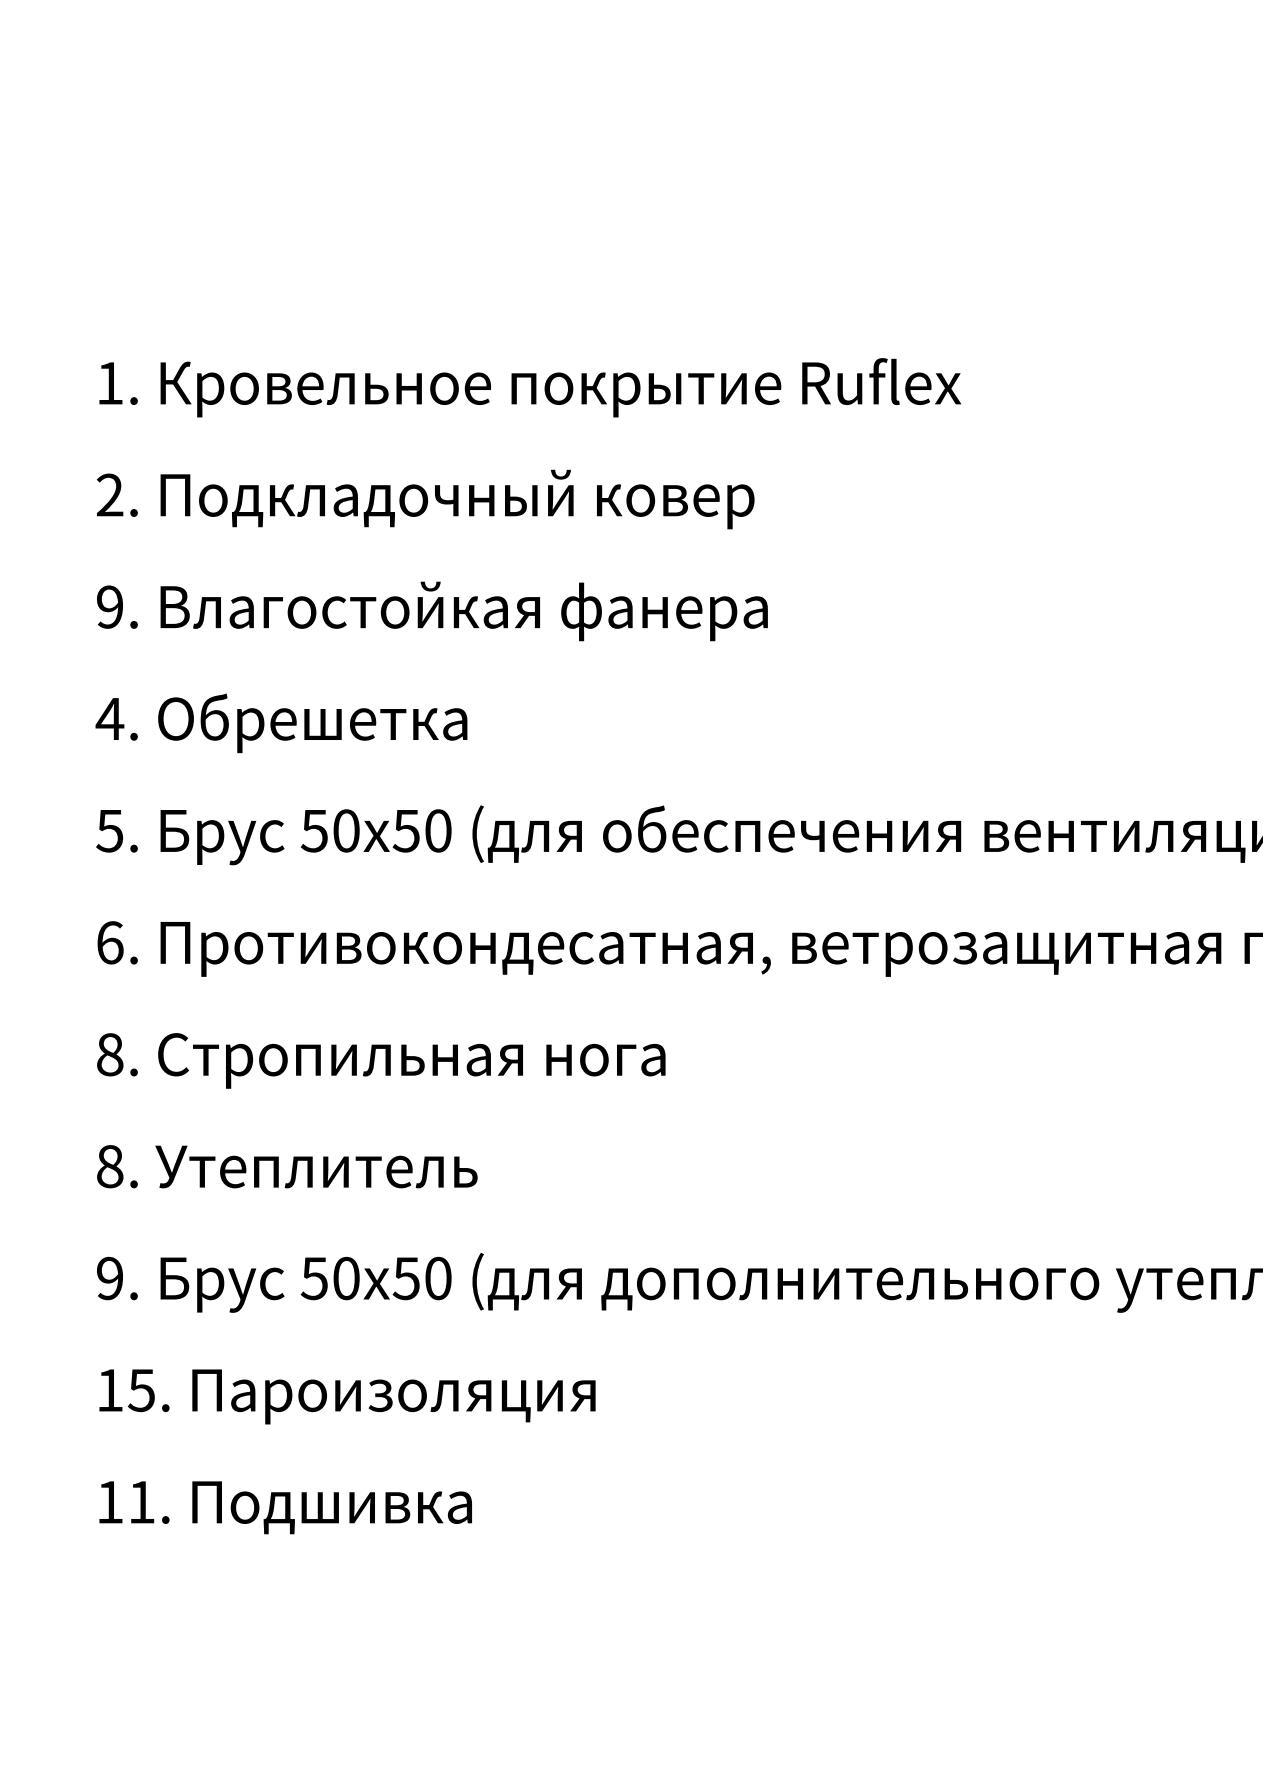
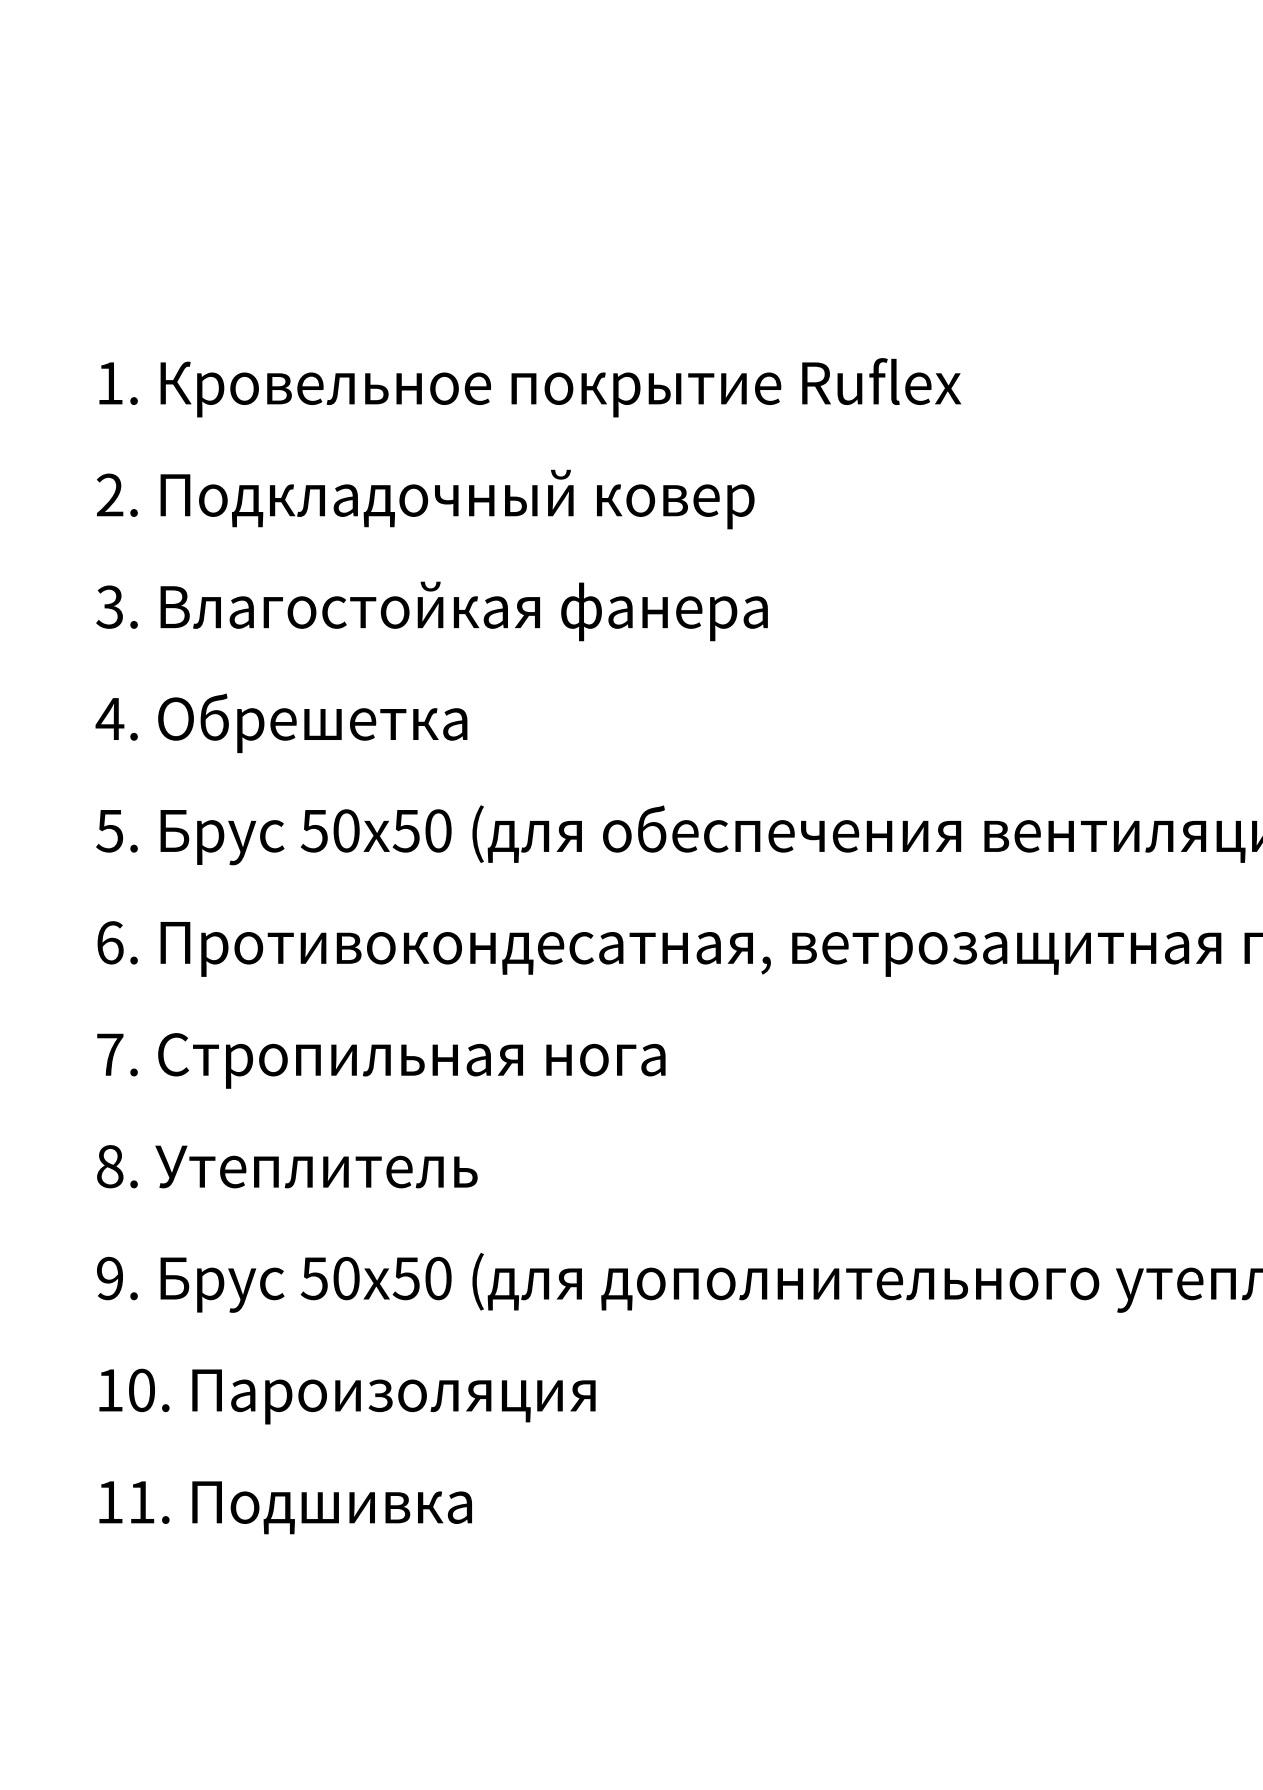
text at (109, 606): 9. -> 3.
text at (110, 1054): 8. -> 7.
text at (140, 1389): 15. -> 10.
